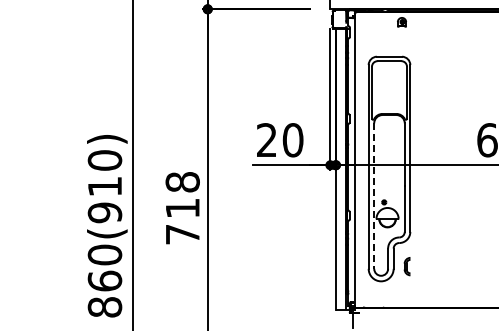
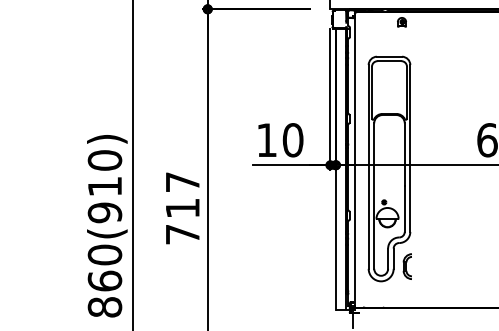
text at (266, 139): 20 -> 10
text at (182, 182): 718 -> 717
line at (374, 196): dashed -> solid
part at (406, 266) size: 8x20 px -> 10x27 px
